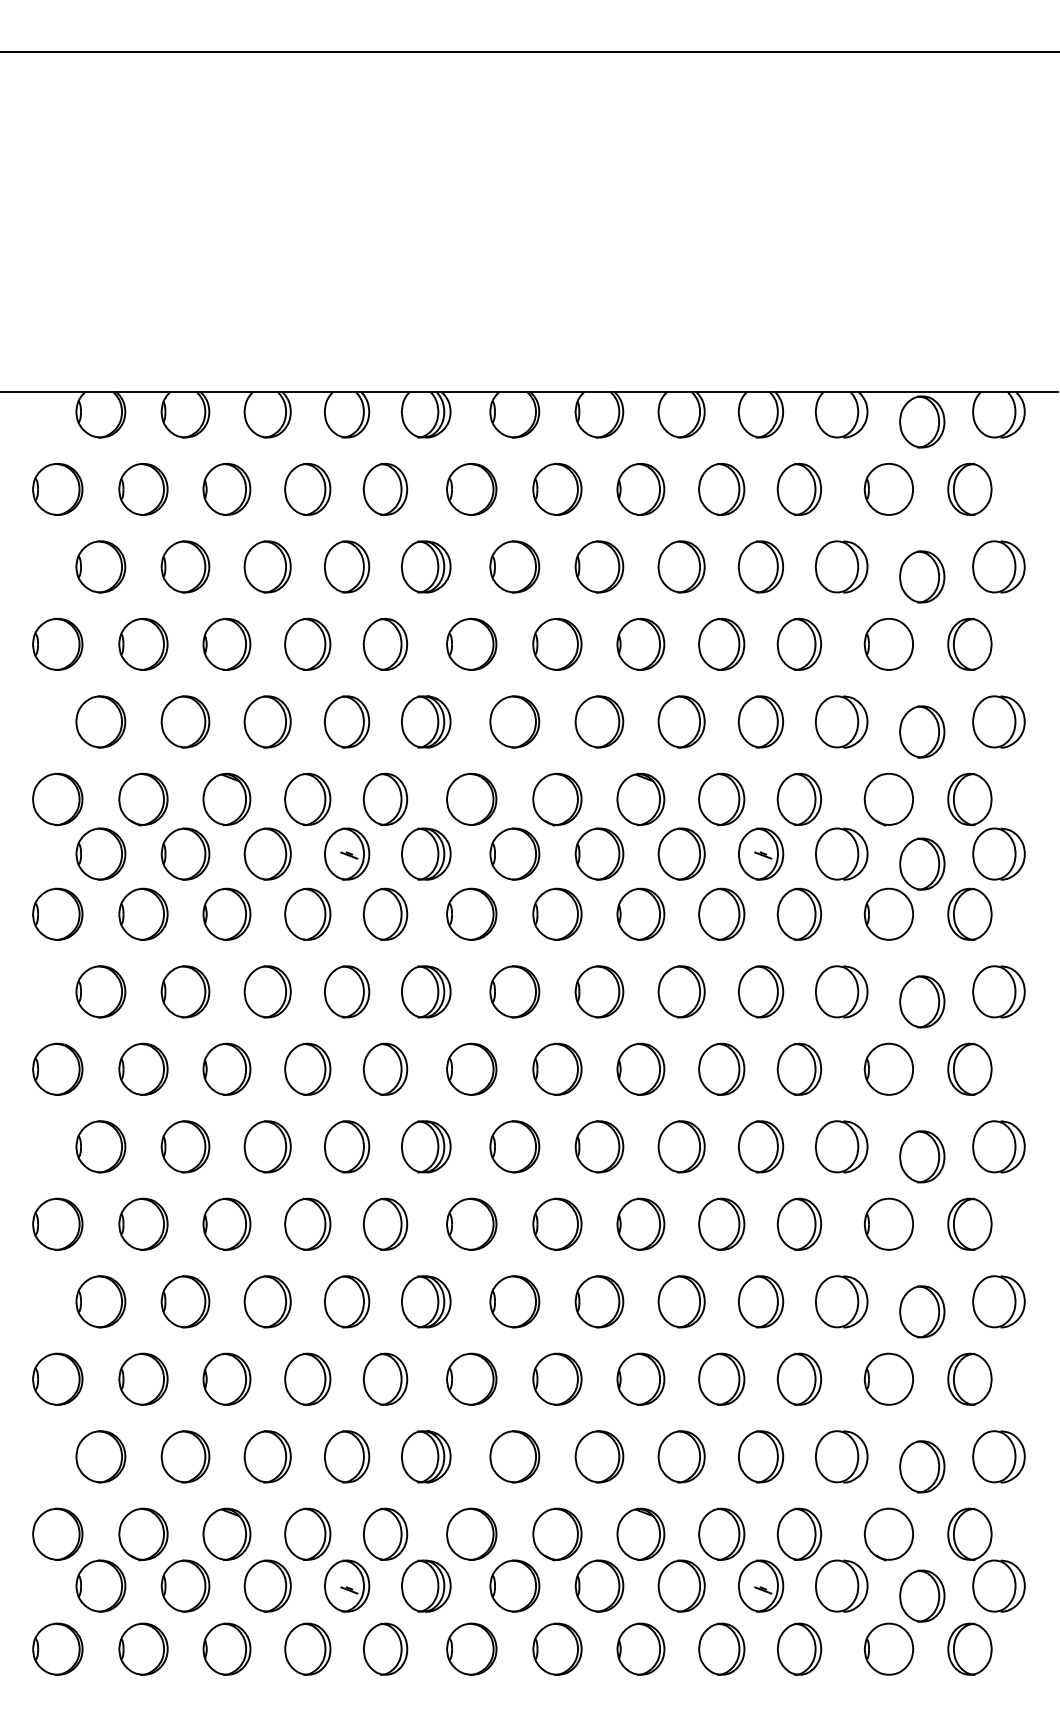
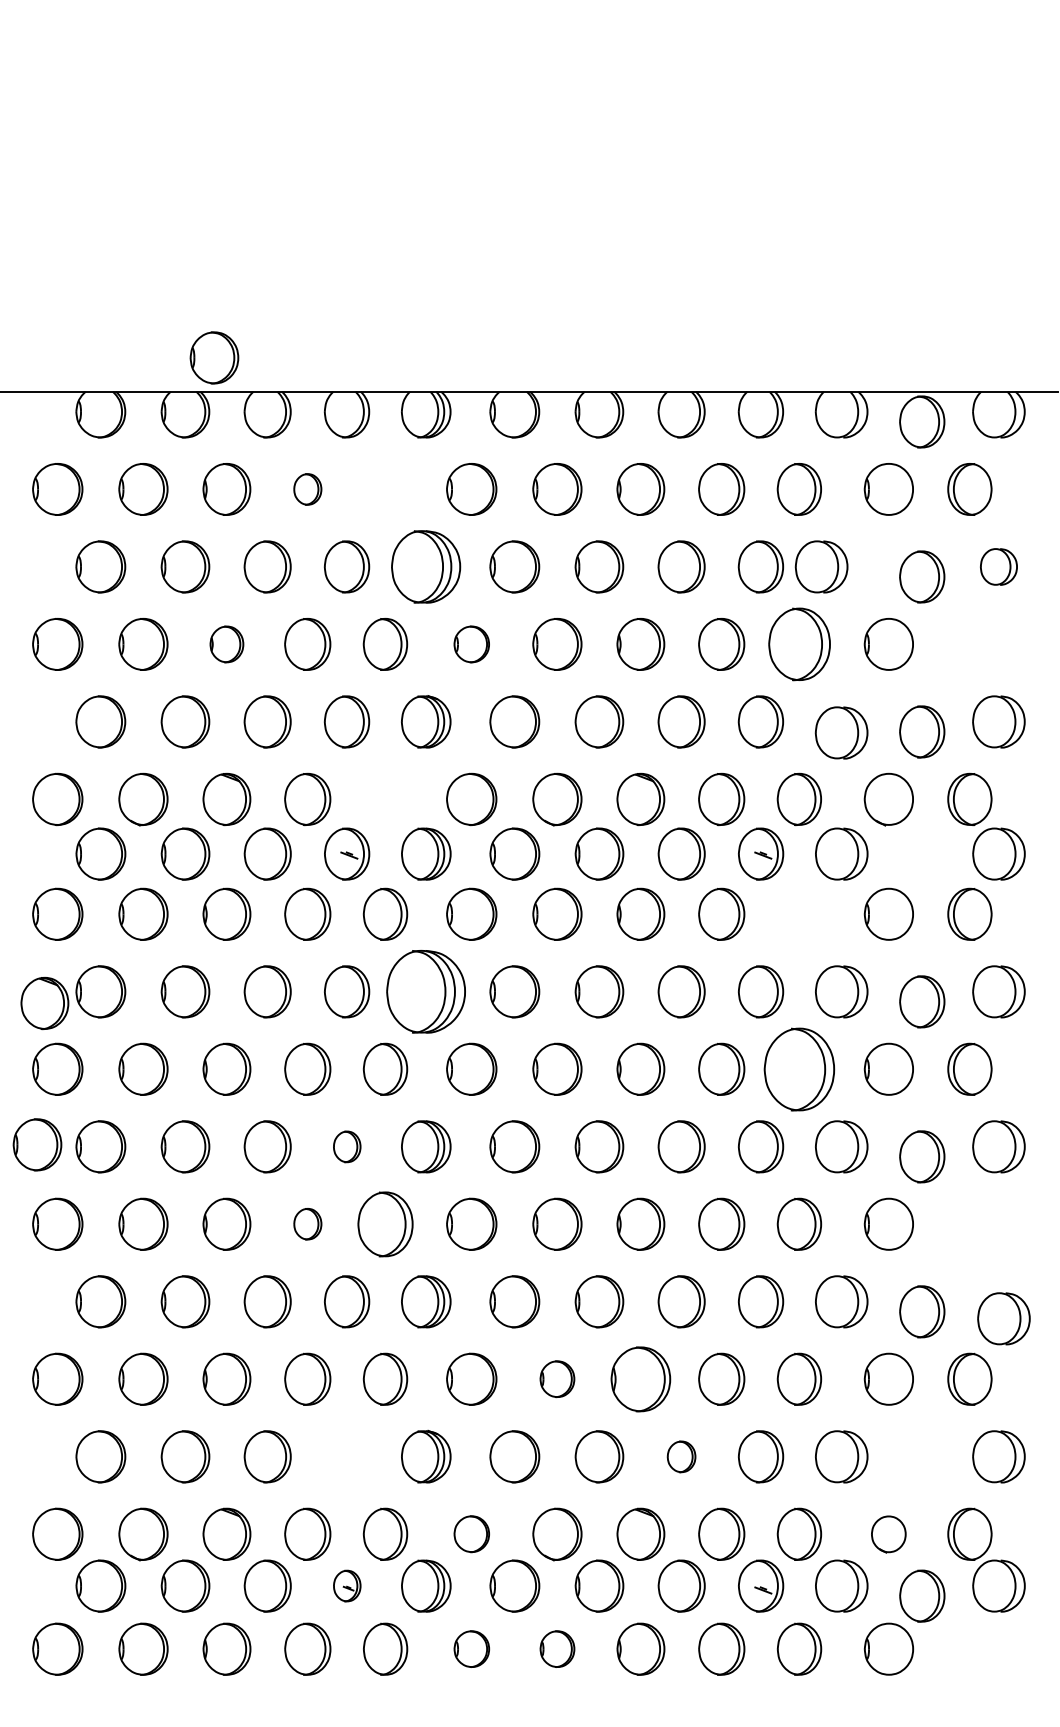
line at (529, 51): present -> none
part at (214, 357): none -> present
part at (307, 489) size: 48x53 px -> 30x33 px
part at (385, 489): present -> none
part at (426, 566) size: 51x54 px -> 71x74 px
part at (841, 566) position: (841, 566) -> (821, 566)
part at (998, 566) size: 54x54 px -> 38x38 px
part at (226, 644) size: 50x53 px -> 36x39 px
part at (471, 644) size: 52x53 px -> 37x39 px
part at (798, 644) size: 46x53 px -> 63x75 px
part at (969, 644): present -> none
part at (841, 721) position: (841, 721) -> (841, 732)
part at (385, 799): present -> none
part at (922, 863): present -> none
part at (799, 913): present -> none
part at (426, 991) size: 51x54 px -> 80x84 px
part at (44, 1003): none -> present
part at (799, 1068) size: 47x54 px -> 73x85 px
part at (37, 1144): none -> present
part at (347, 1146) size: 47x54 px -> 29x34 px
part at (307, 1223) size: 48x54 px -> 30x33 px
part at (385, 1223) size: 47x54 px -> 57x67 px
part at (969, 1223): present -> none
part at (998, 1301) position: (998, 1301) -> (1003, 1318)
part at (557, 1378) size: 51x54 px -> 37x39 px
part at (640, 1378) size: 50x54 px -> 62x67 px
part at (347, 1456): present -> none
part at (681, 1456) size: 49x54 px -> 31x34 px
part at (922, 1466): present -> none
part at (471, 1533) size: 52x54 px -> 37x39 px
part at (888, 1534) size: 51x55 px -> 36x39 px
part at (347, 1585) size: 47x54 px -> 29x34 px
part at (471, 1648) size: 52x54 px -> 37x38 px
part at (557, 1648) size: 51x54 px -> 37x38 px
part at (969, 1648): present -> none
